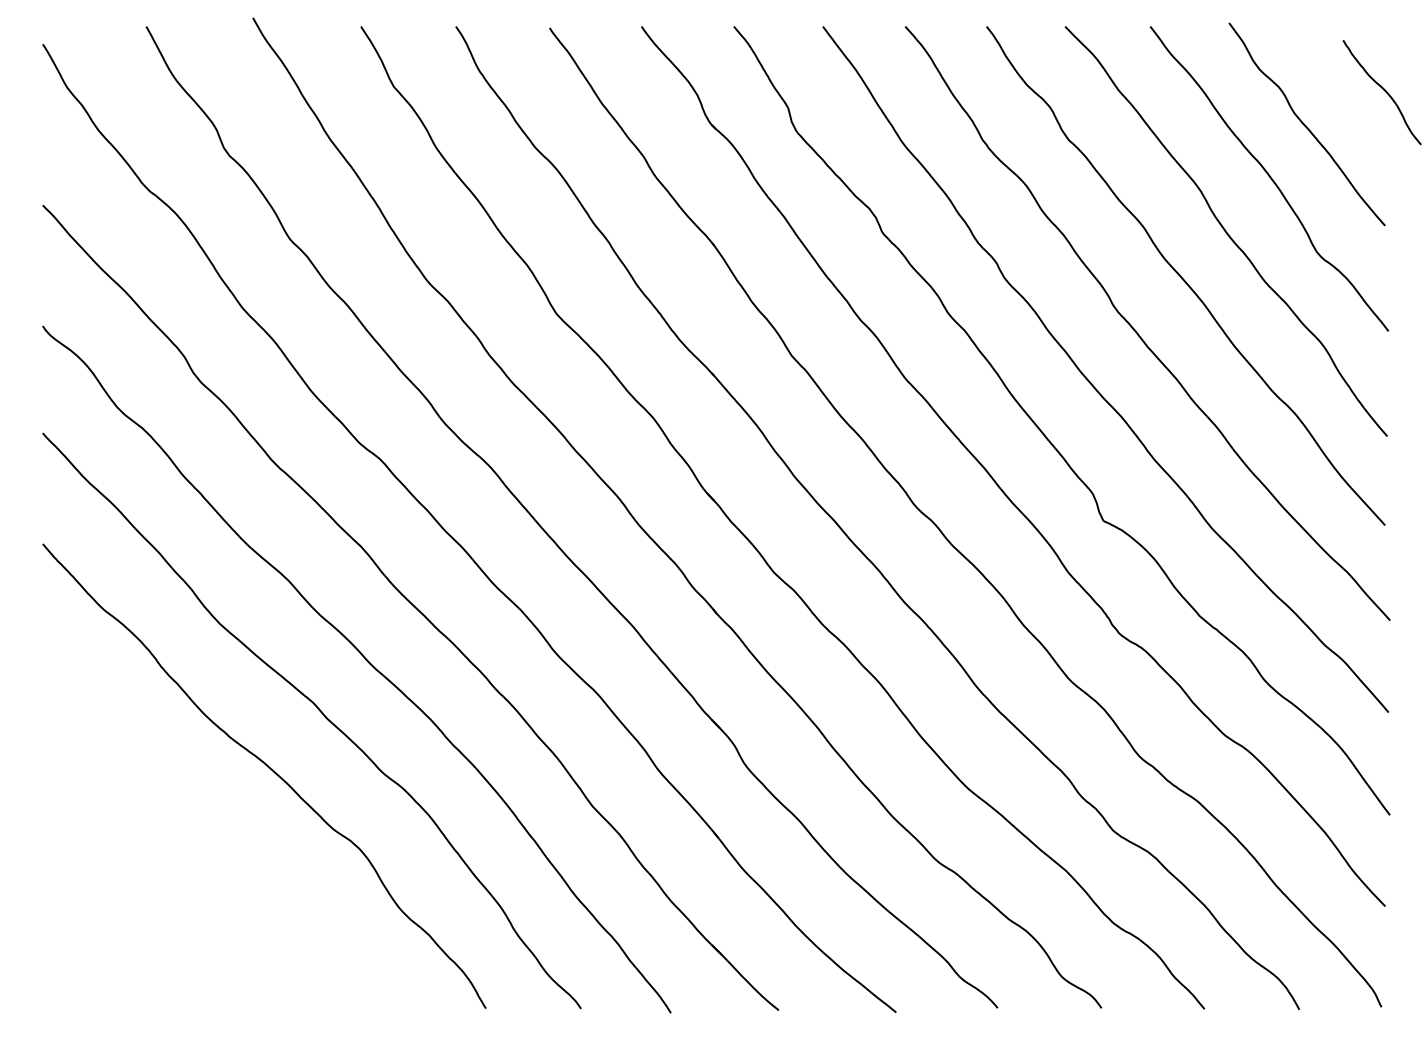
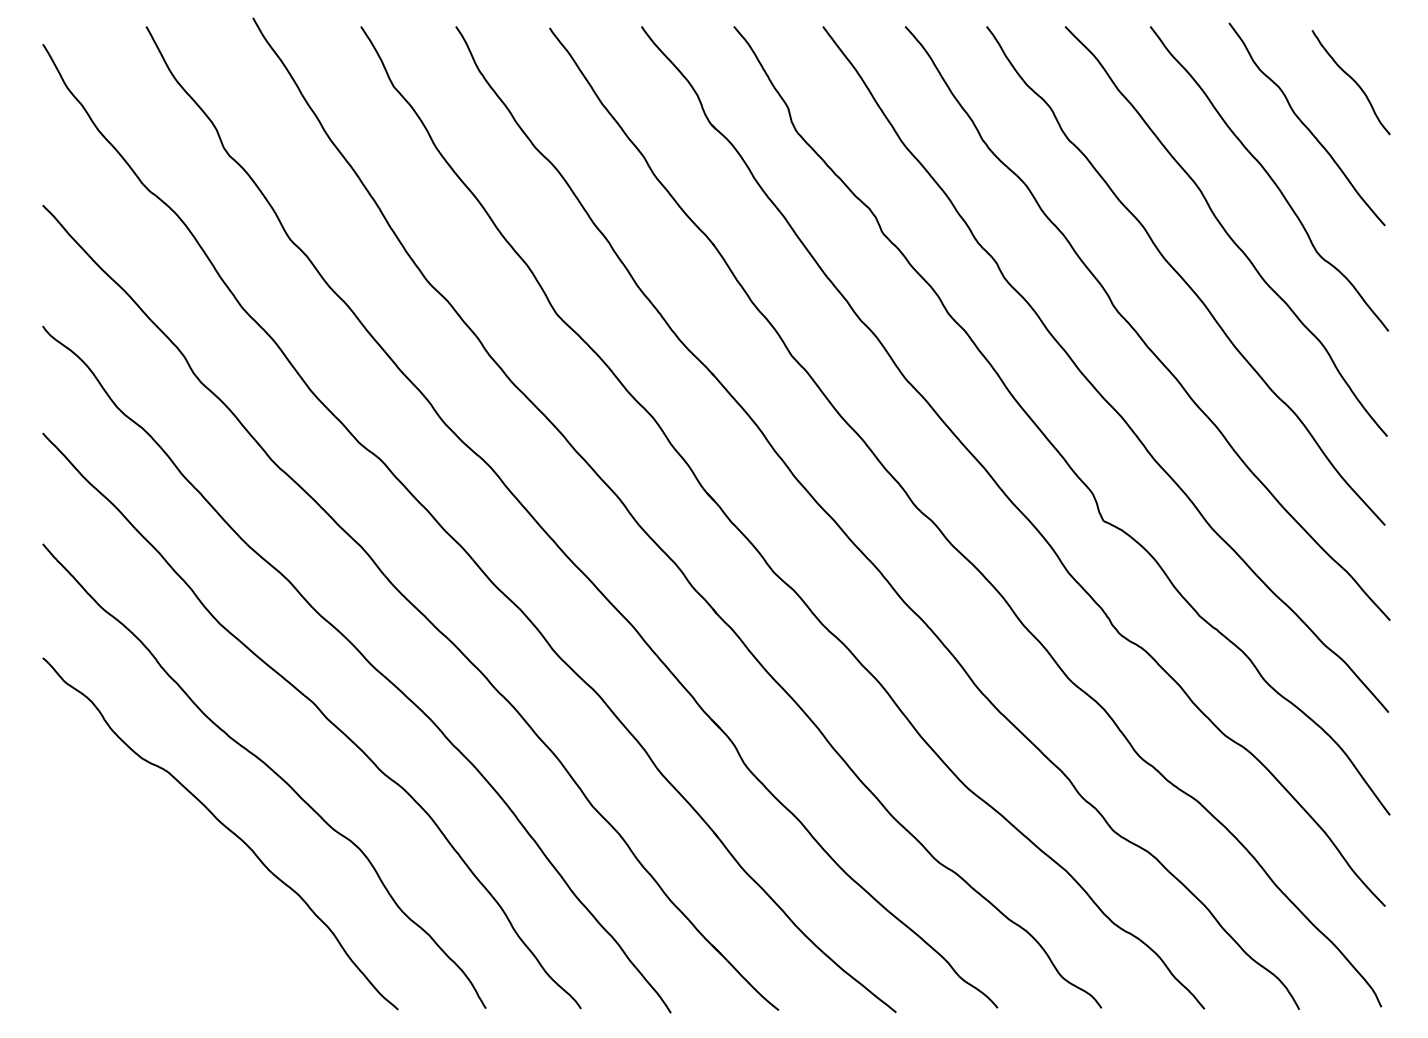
curve at (1383, 90) position: (1383, 90) -> (1352, 80)
curve at (223, 826): none -> present
